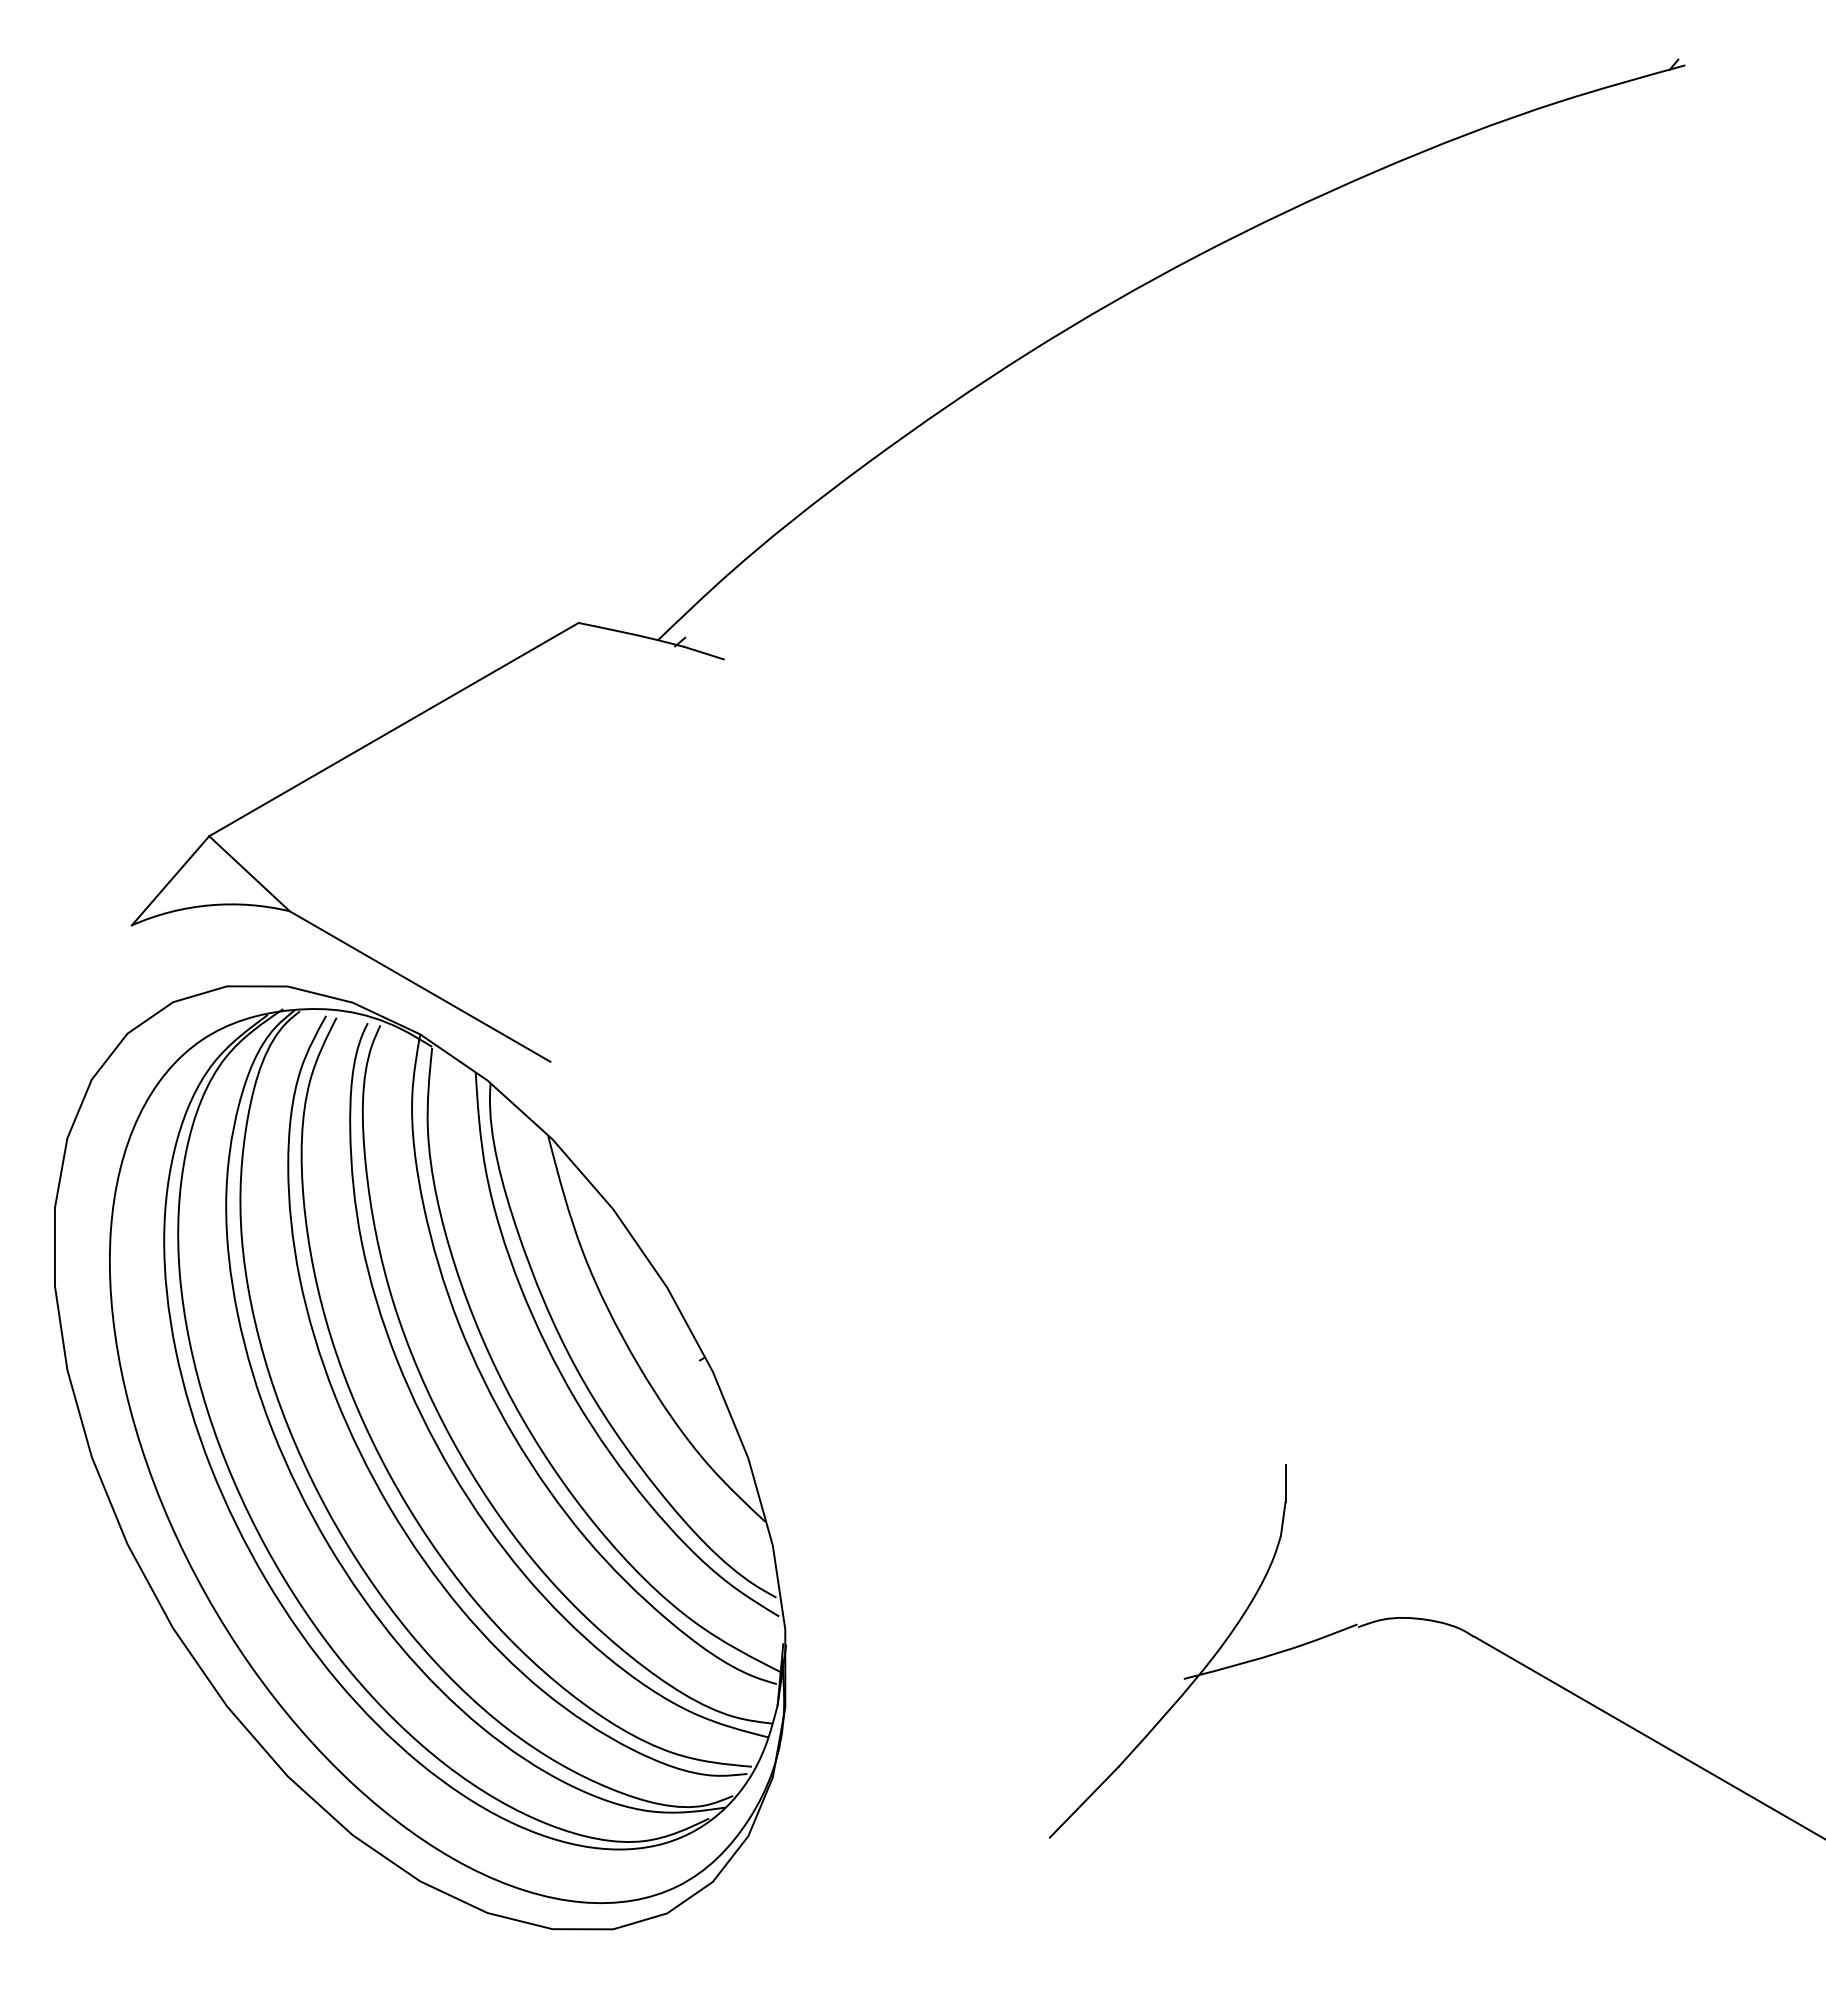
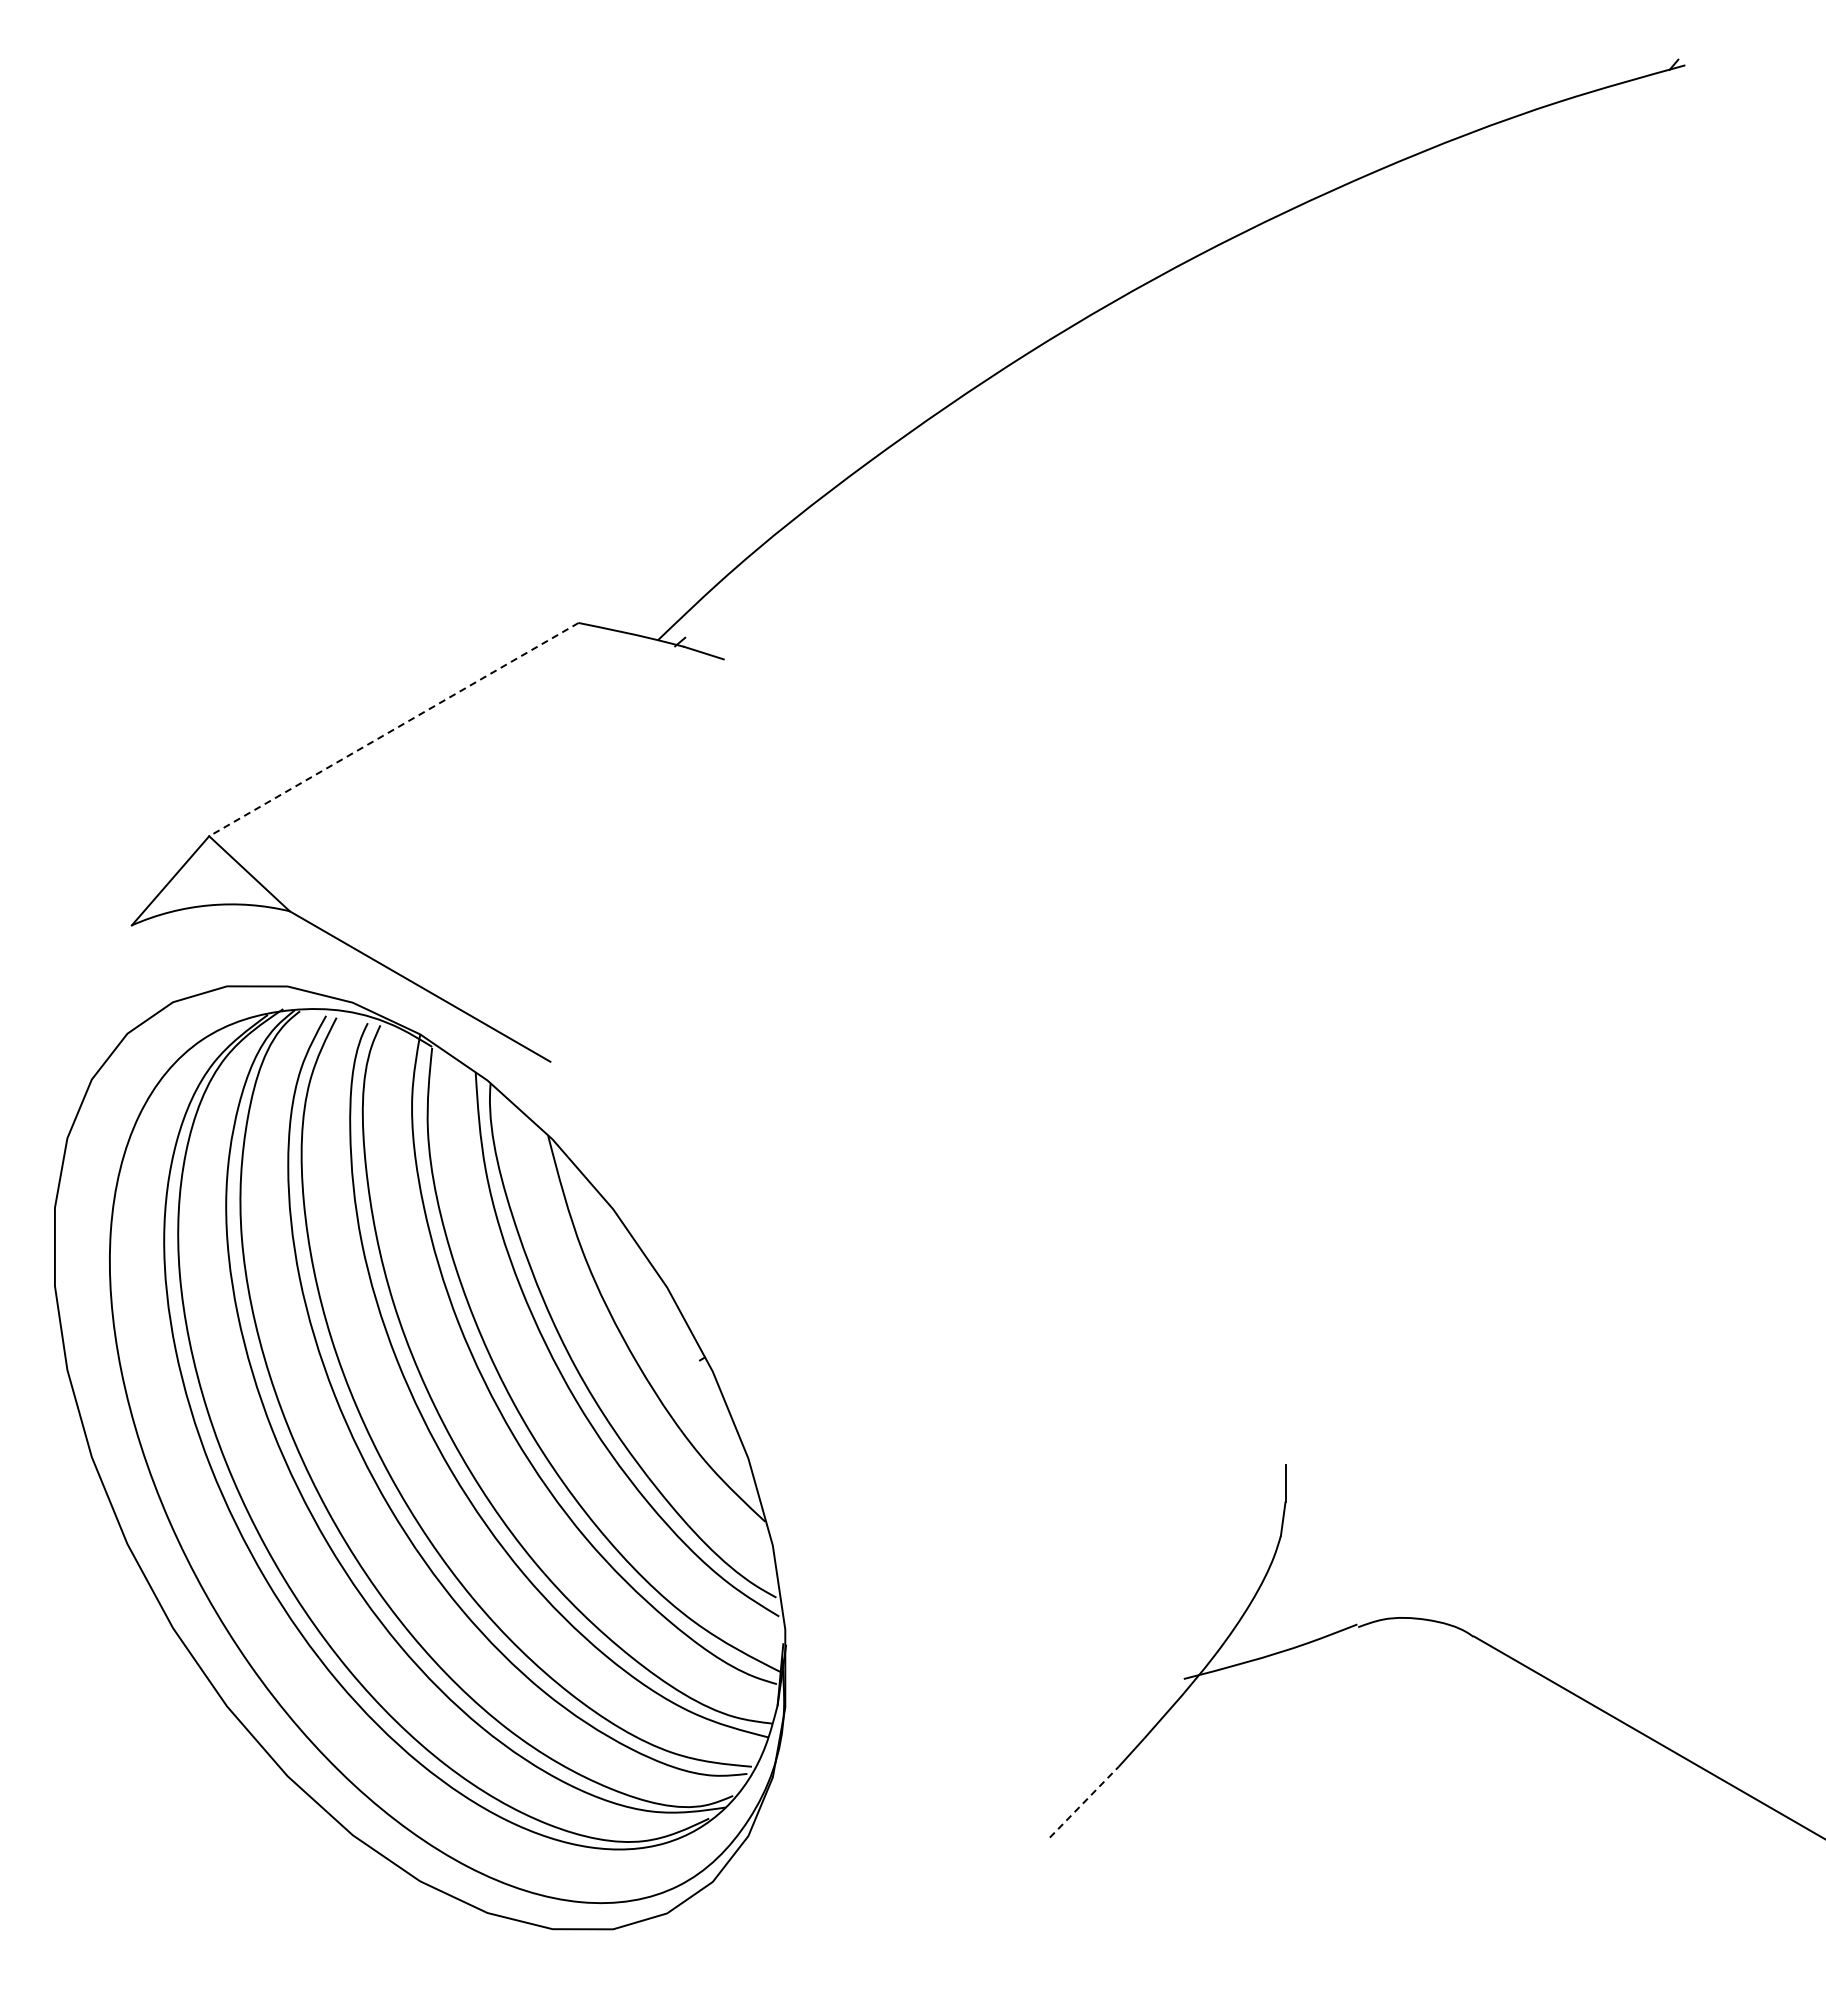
line at (393, 729): solid -> dashed
line at (1084, 1801): solid -> dashed
